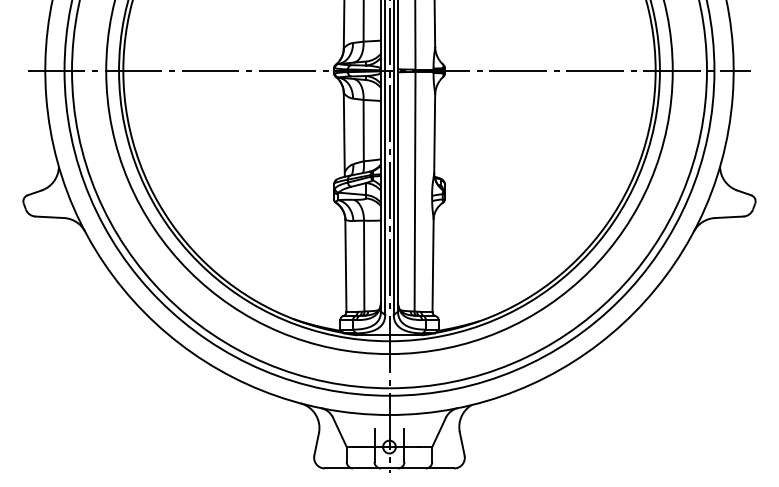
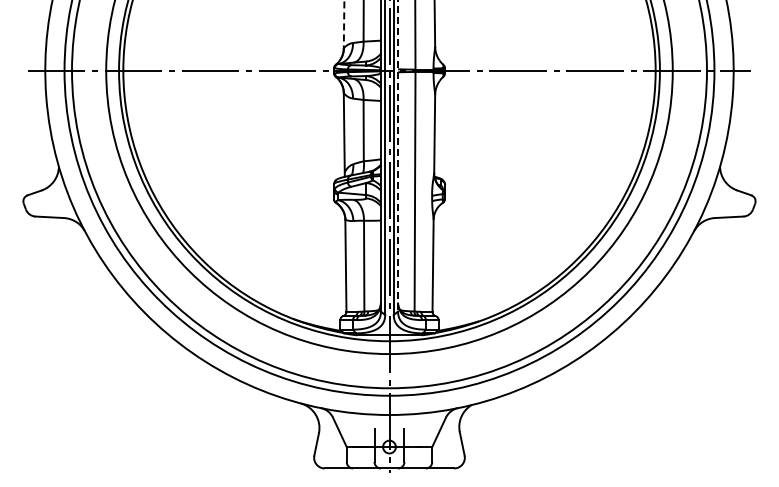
line at (344, 25): solid -> dashed
line at (398, 156): solid -> dashed
